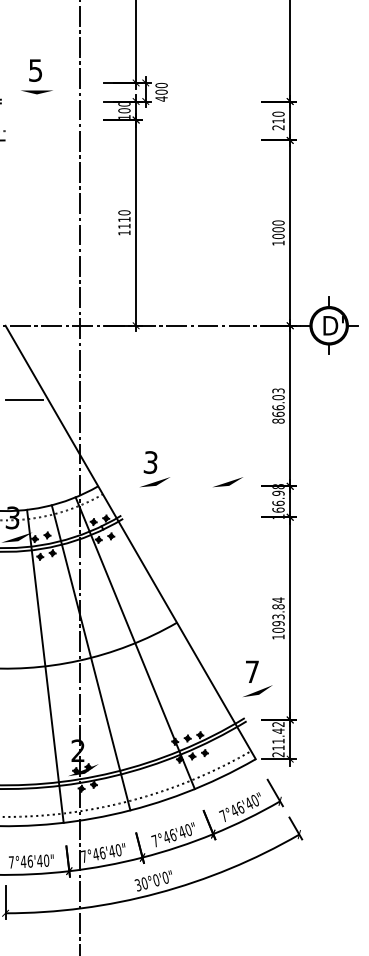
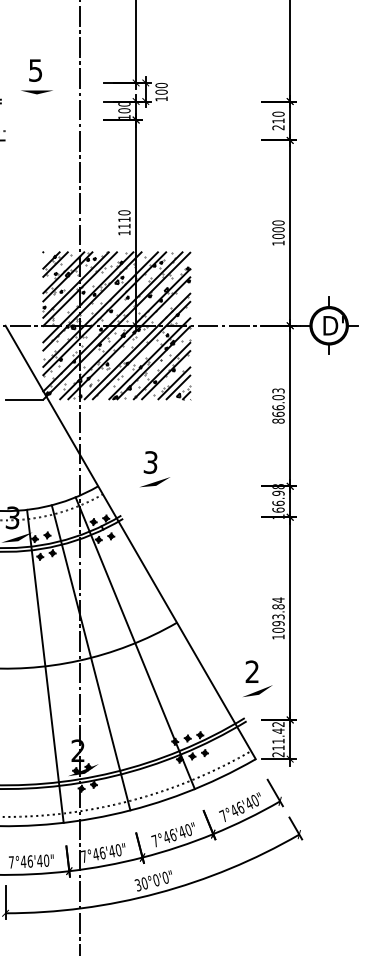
text at (161, 98): 400 -> 100
hatch at (116, 325): none -> present
line at (227, 482): present -> none
text at (251, 671): 7 -> 2
